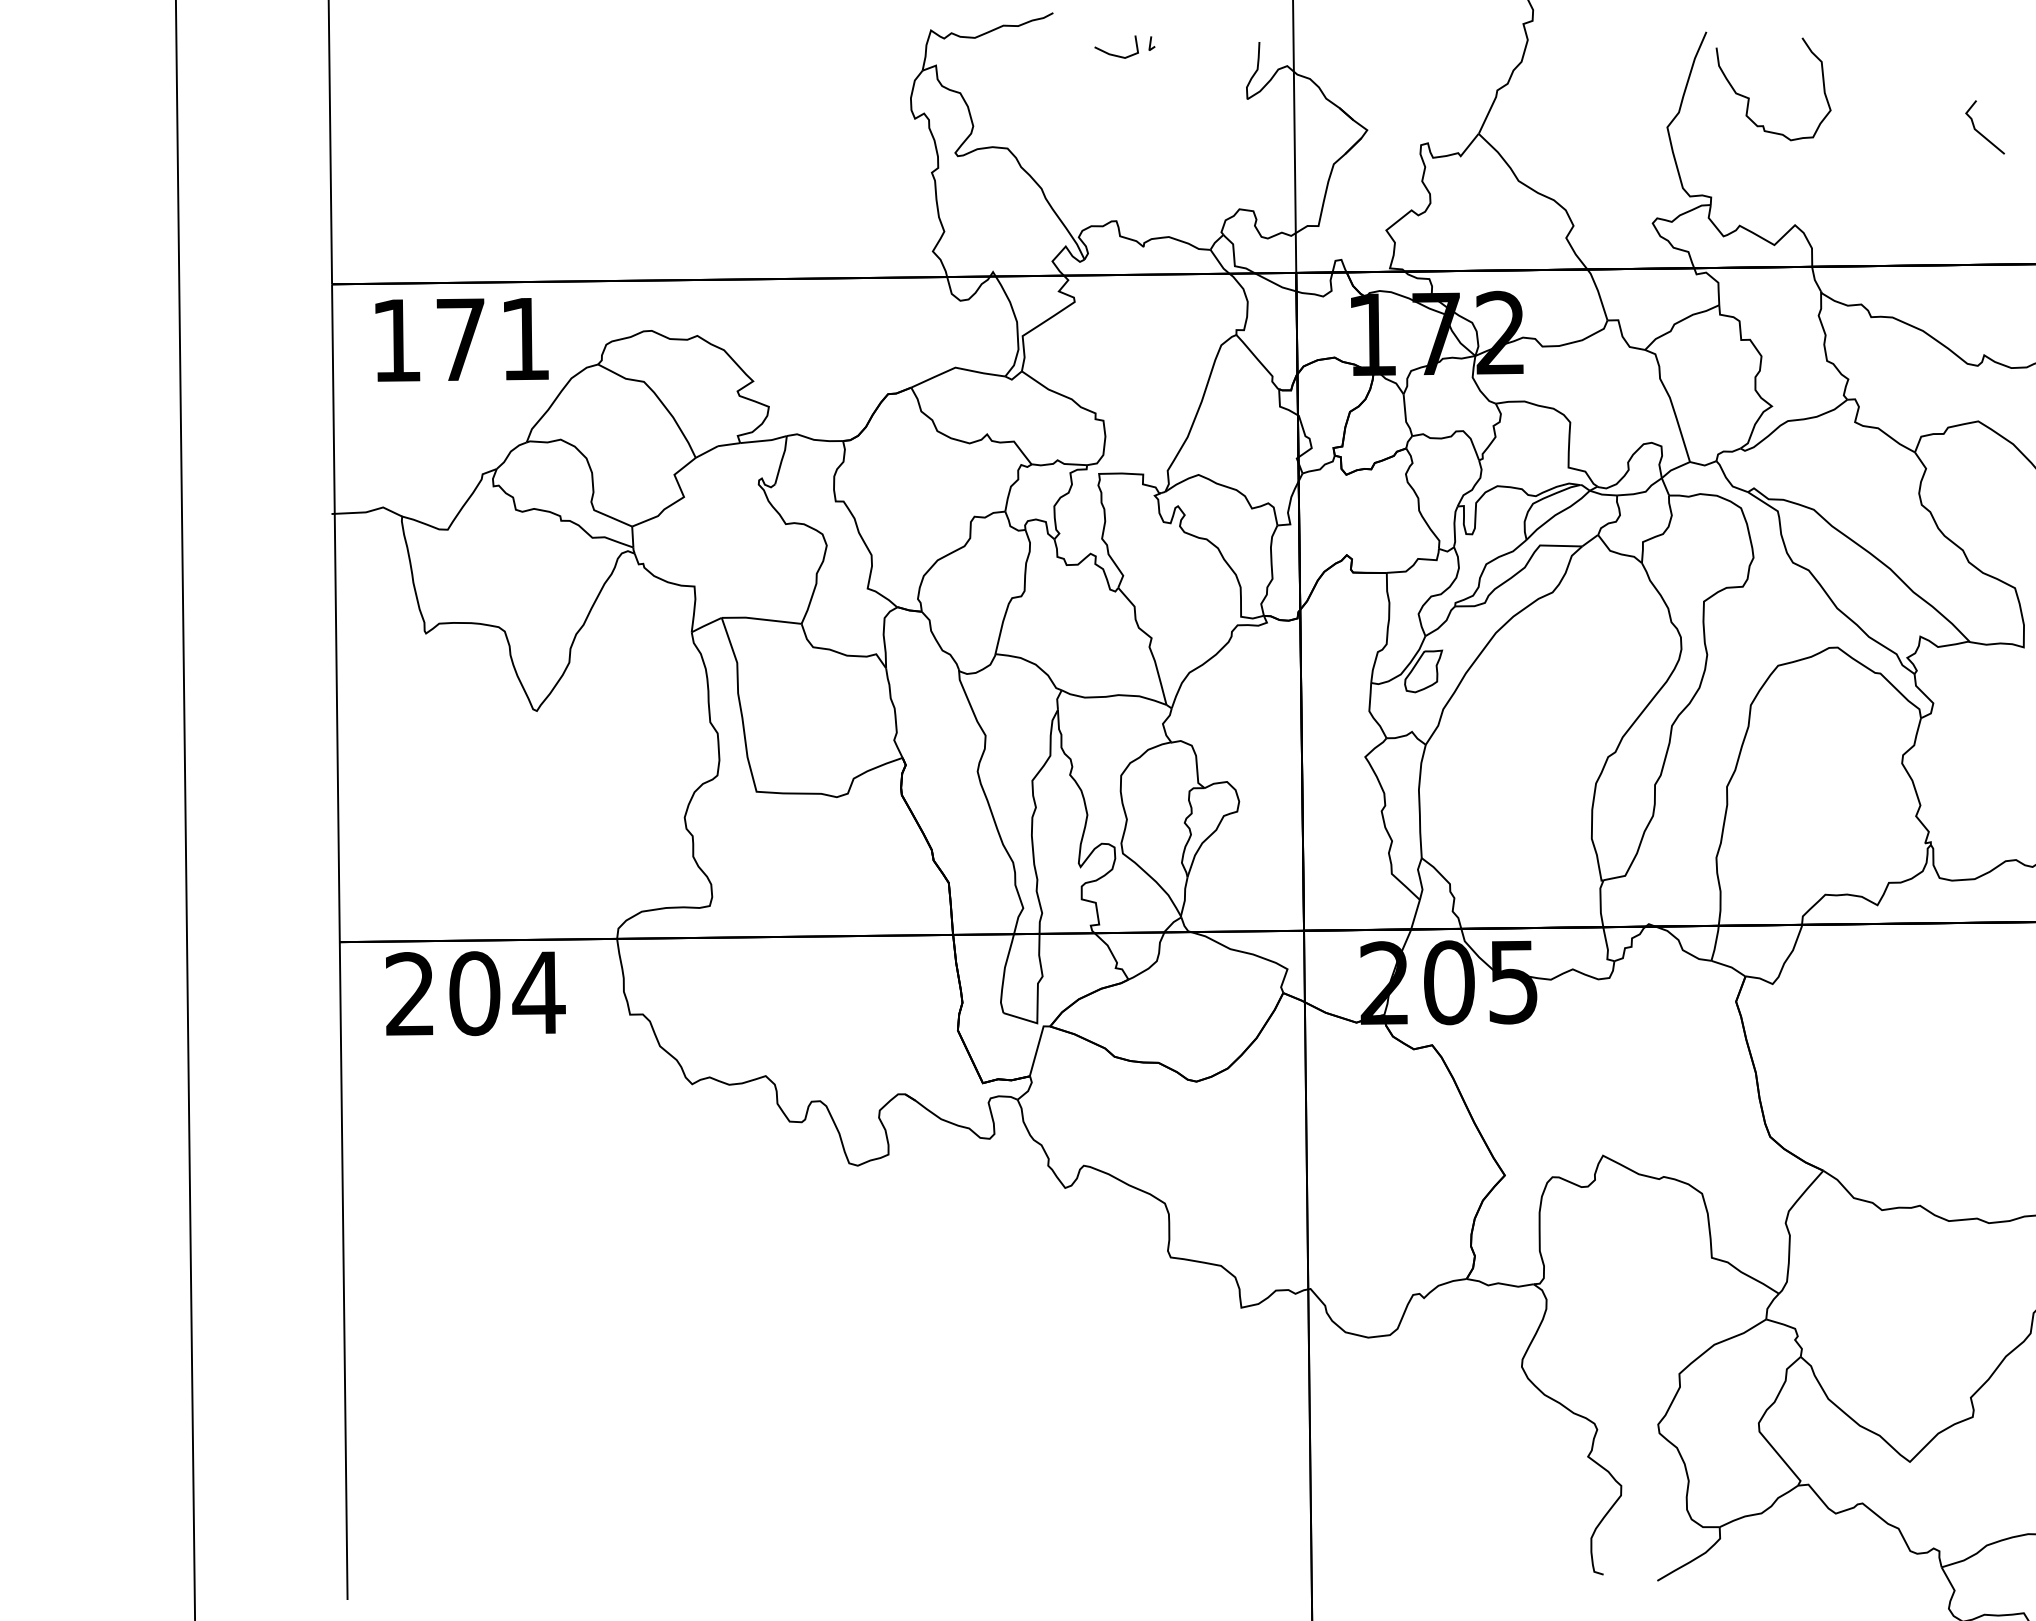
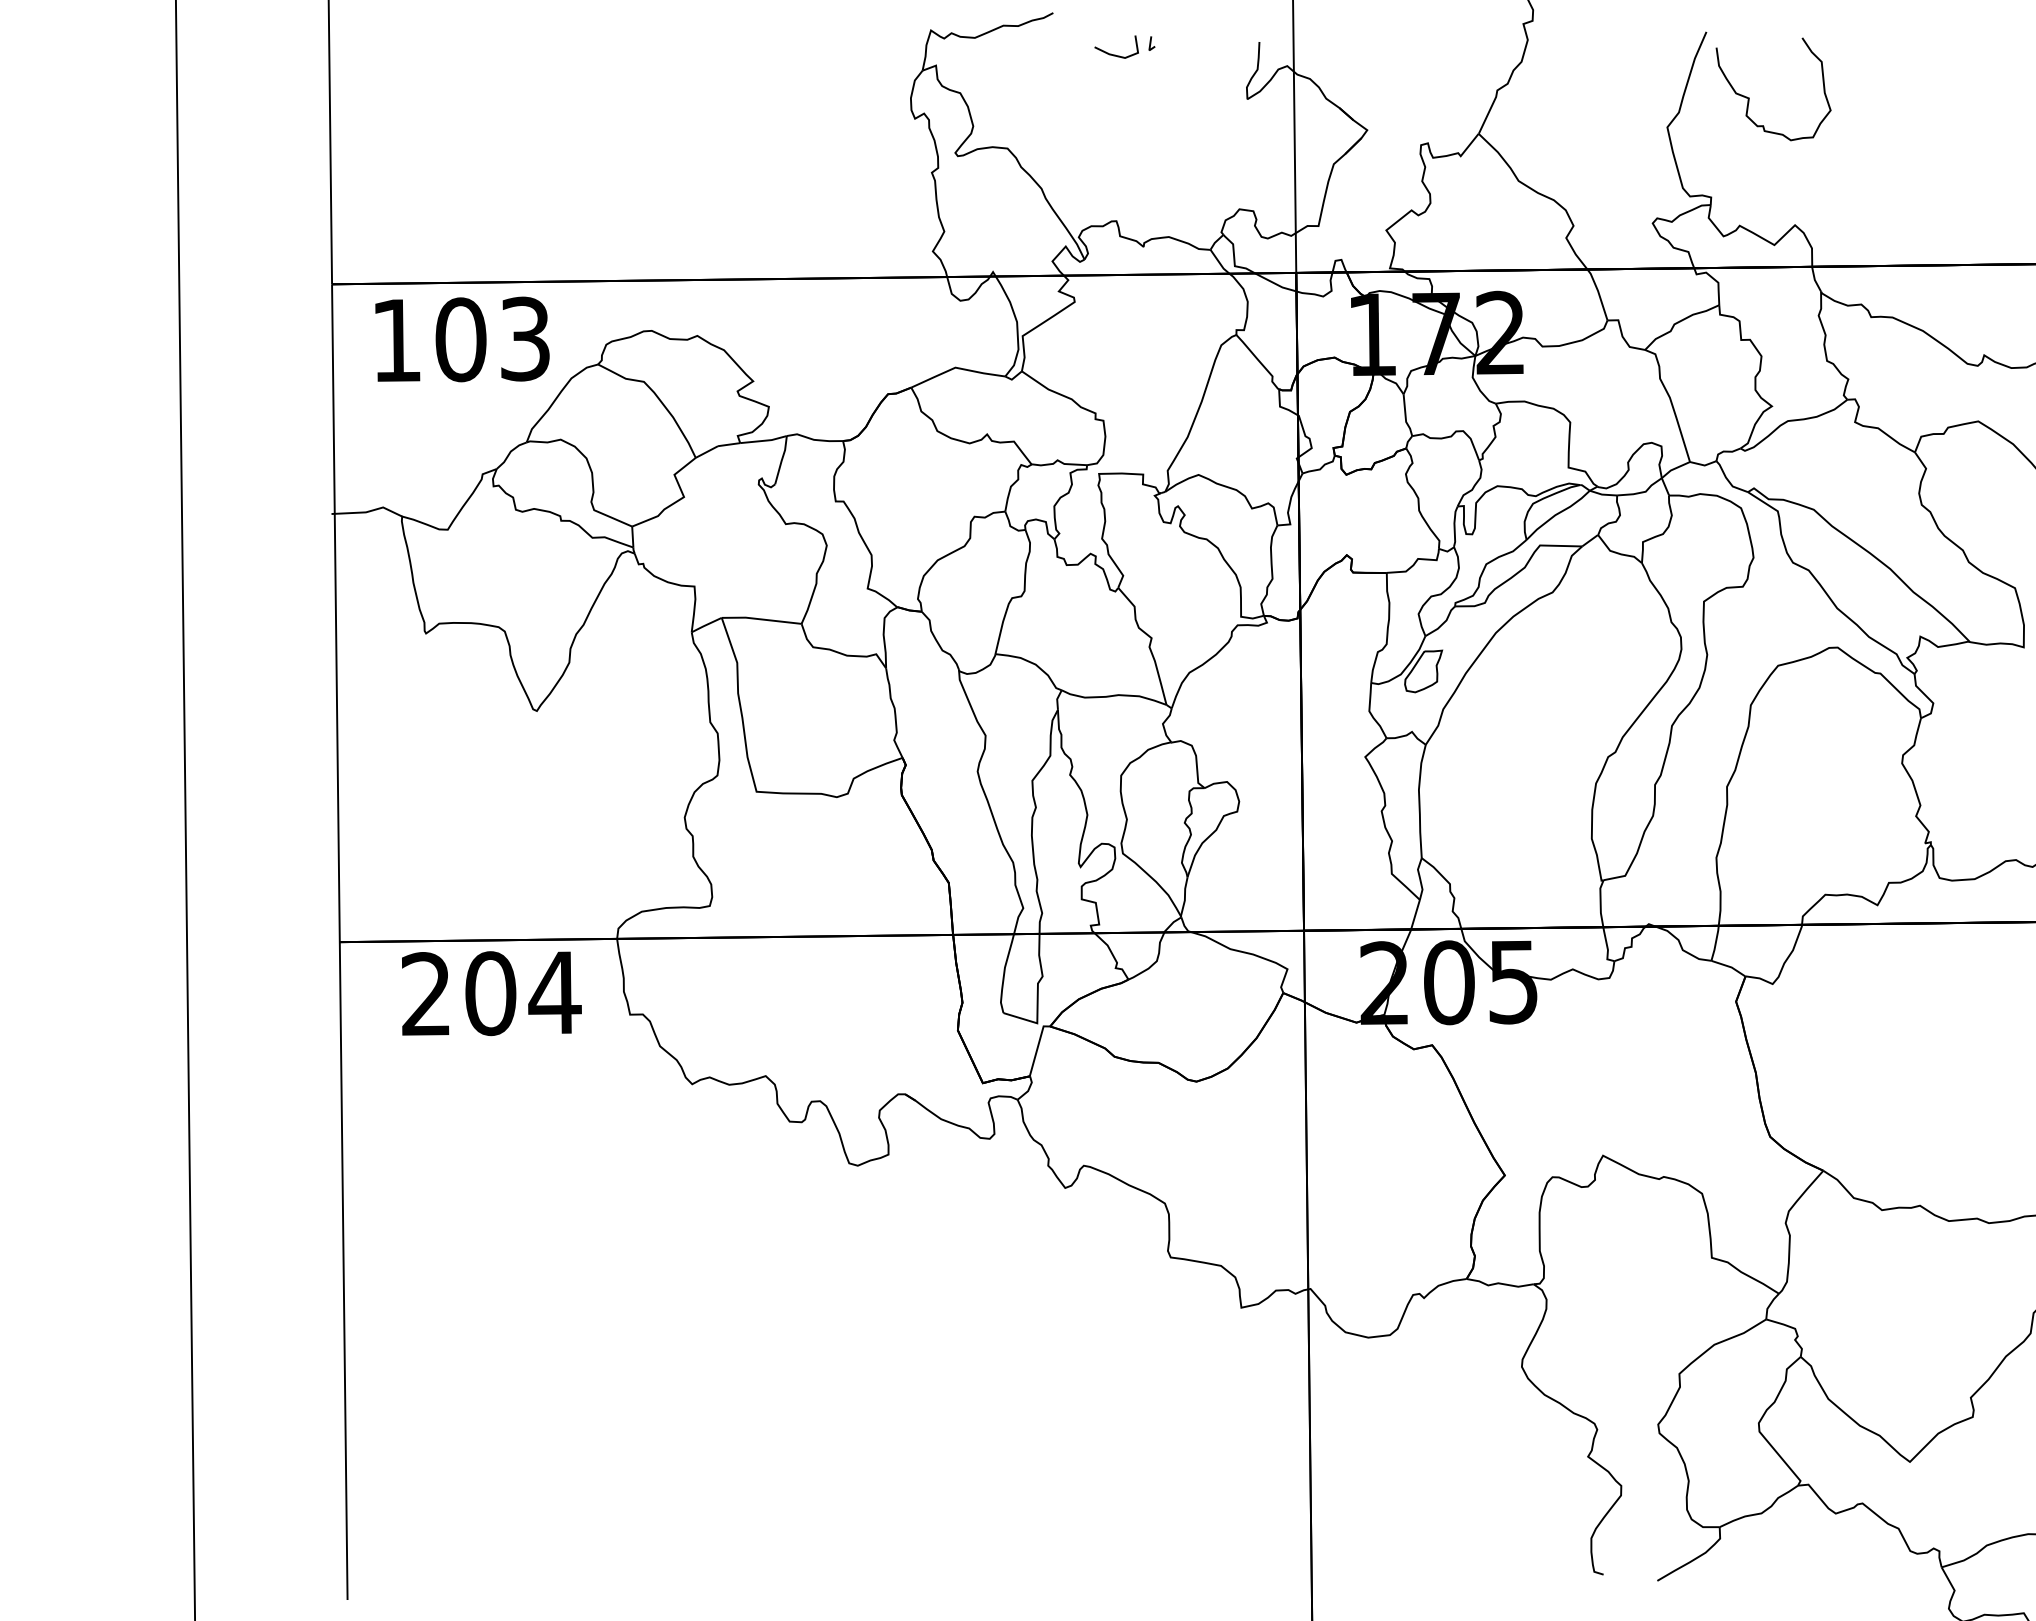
line at (1979, 131): present -> none
text at (492, 339): 171 -> 103
text at (475, 993) position: (475, 993) -> (491, 993)
